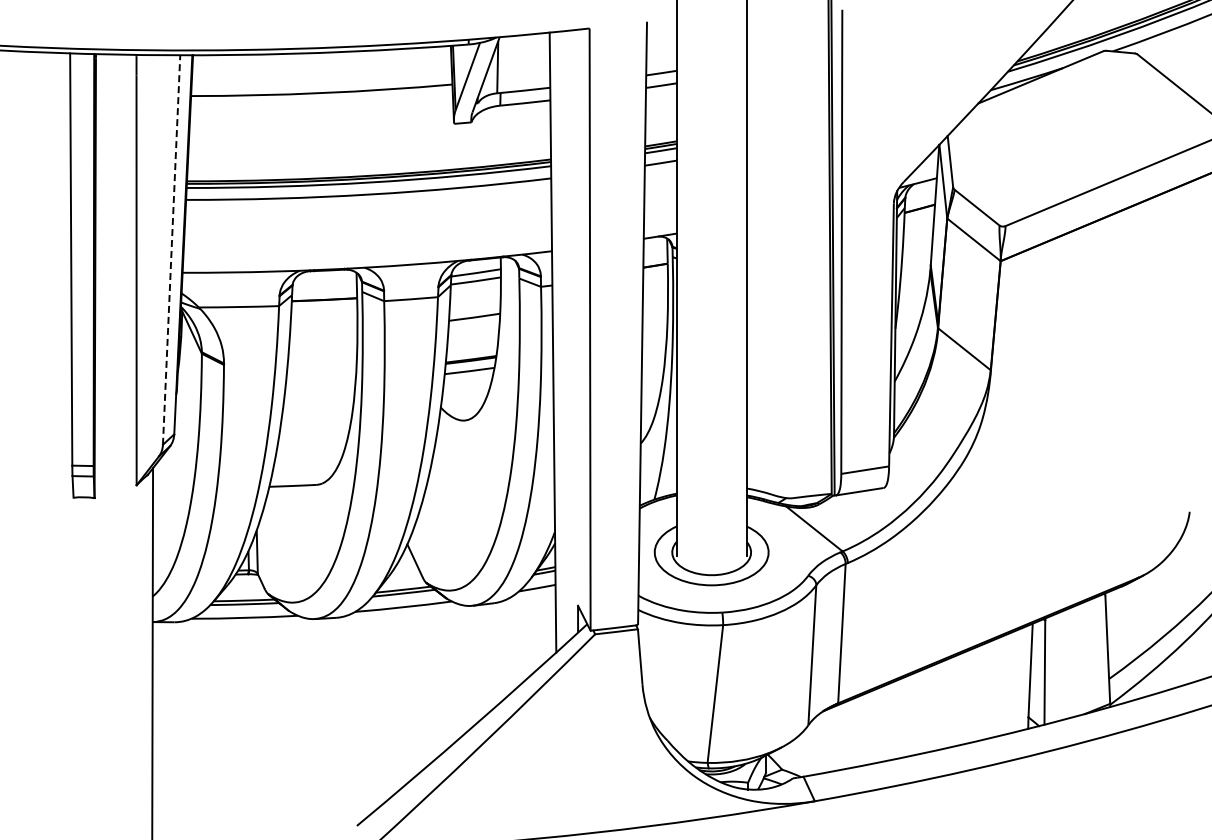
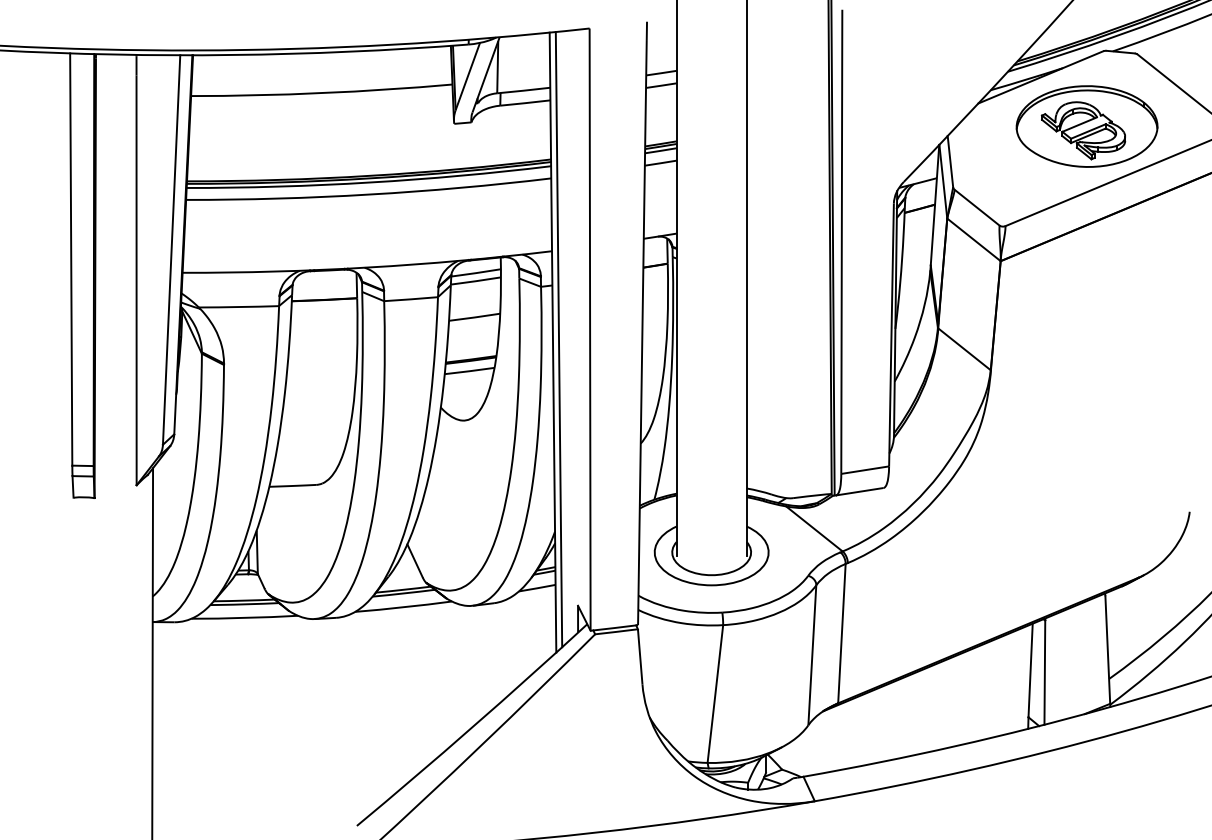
part at (1086, 126): none -> present
line at (171, 250): dashed -> solid
line at (558, 339): none -> present
